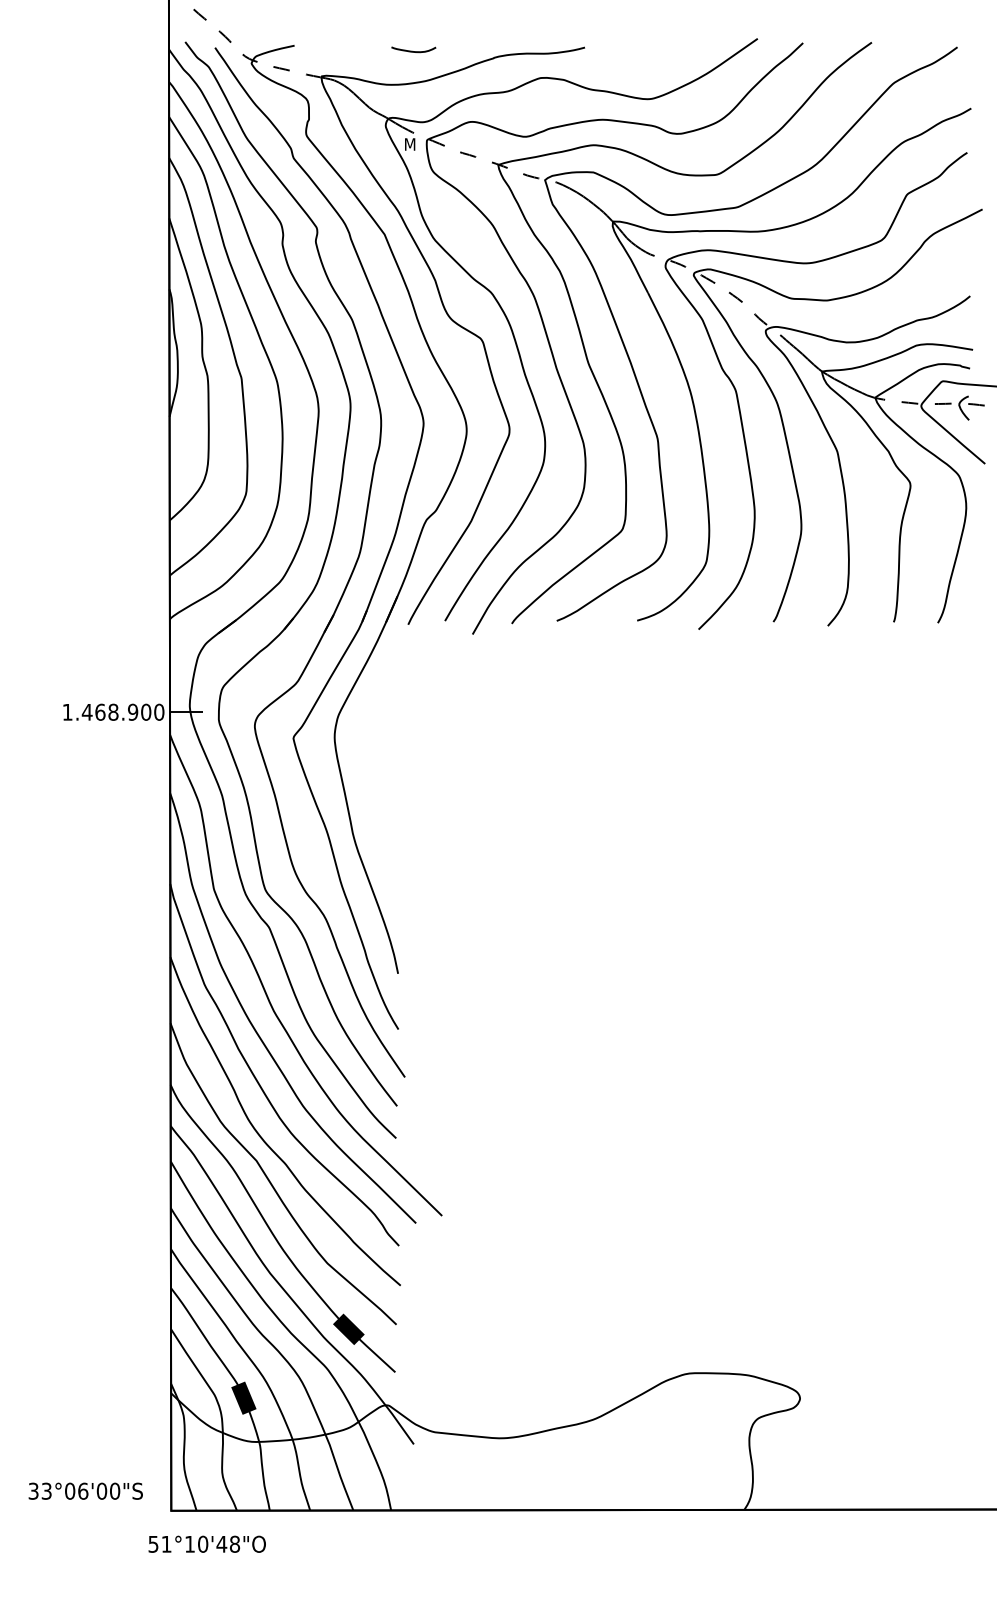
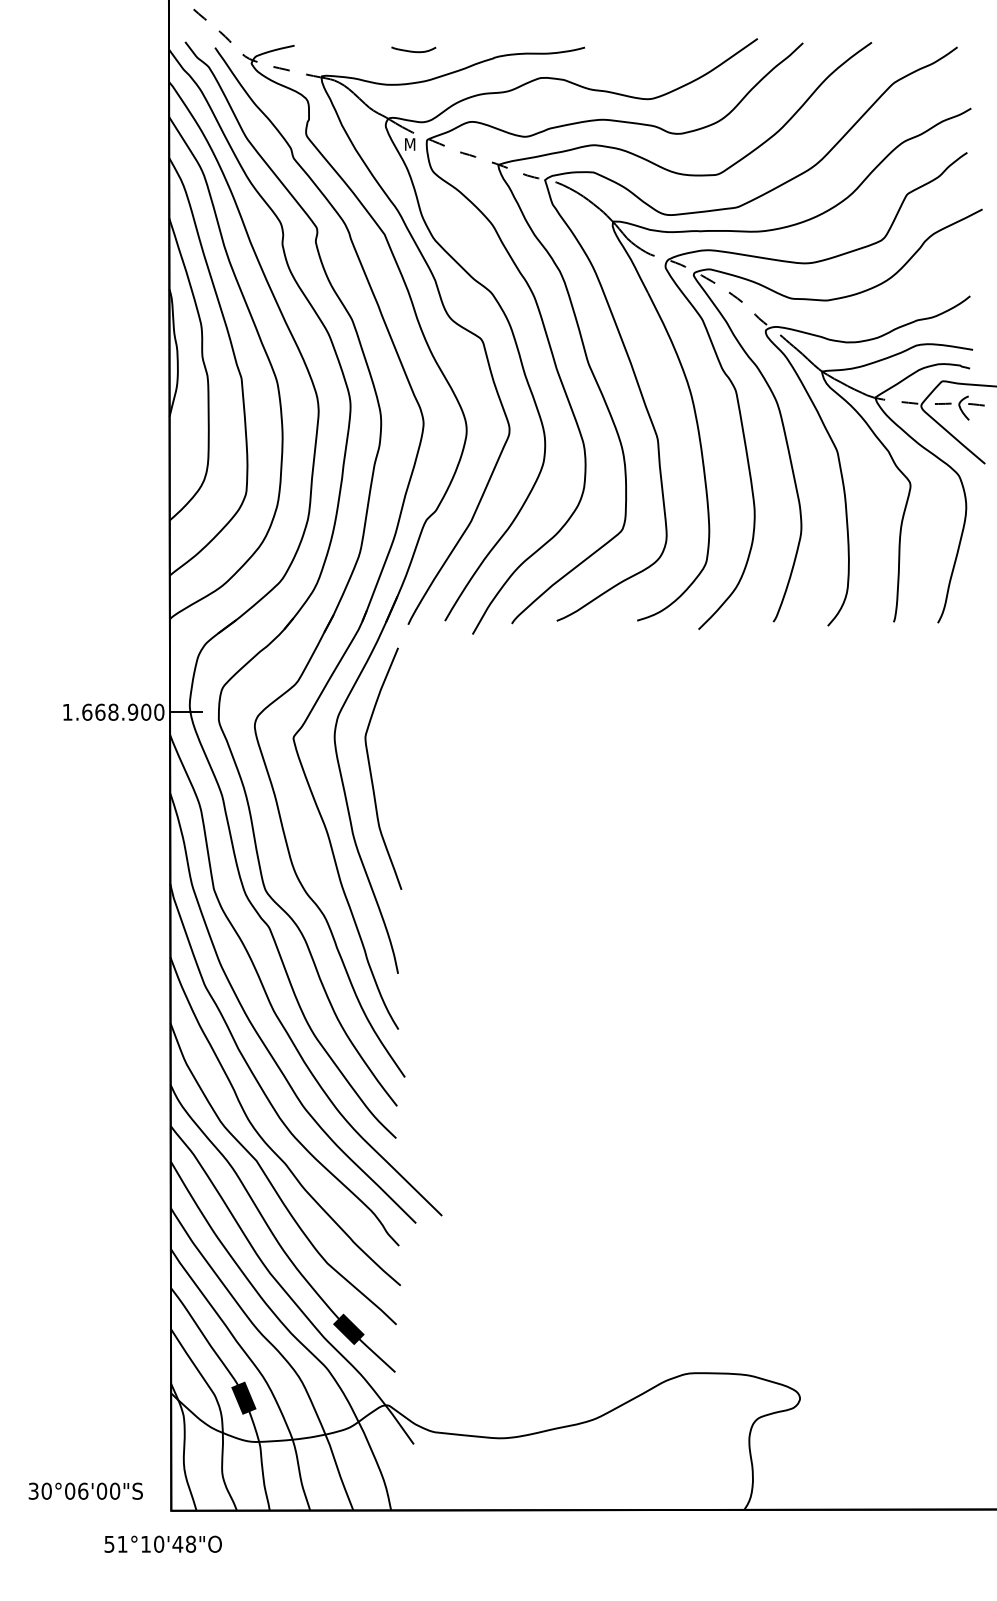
text at (86, 711): 1.468.900 -> 1.668.900
curve at (371, 770): none -> present
text at (46, 1490): 33°06'00"S -> 30°06'00"S
text at (206, 1543) position: (206, 1543) -> (162, 1543)
